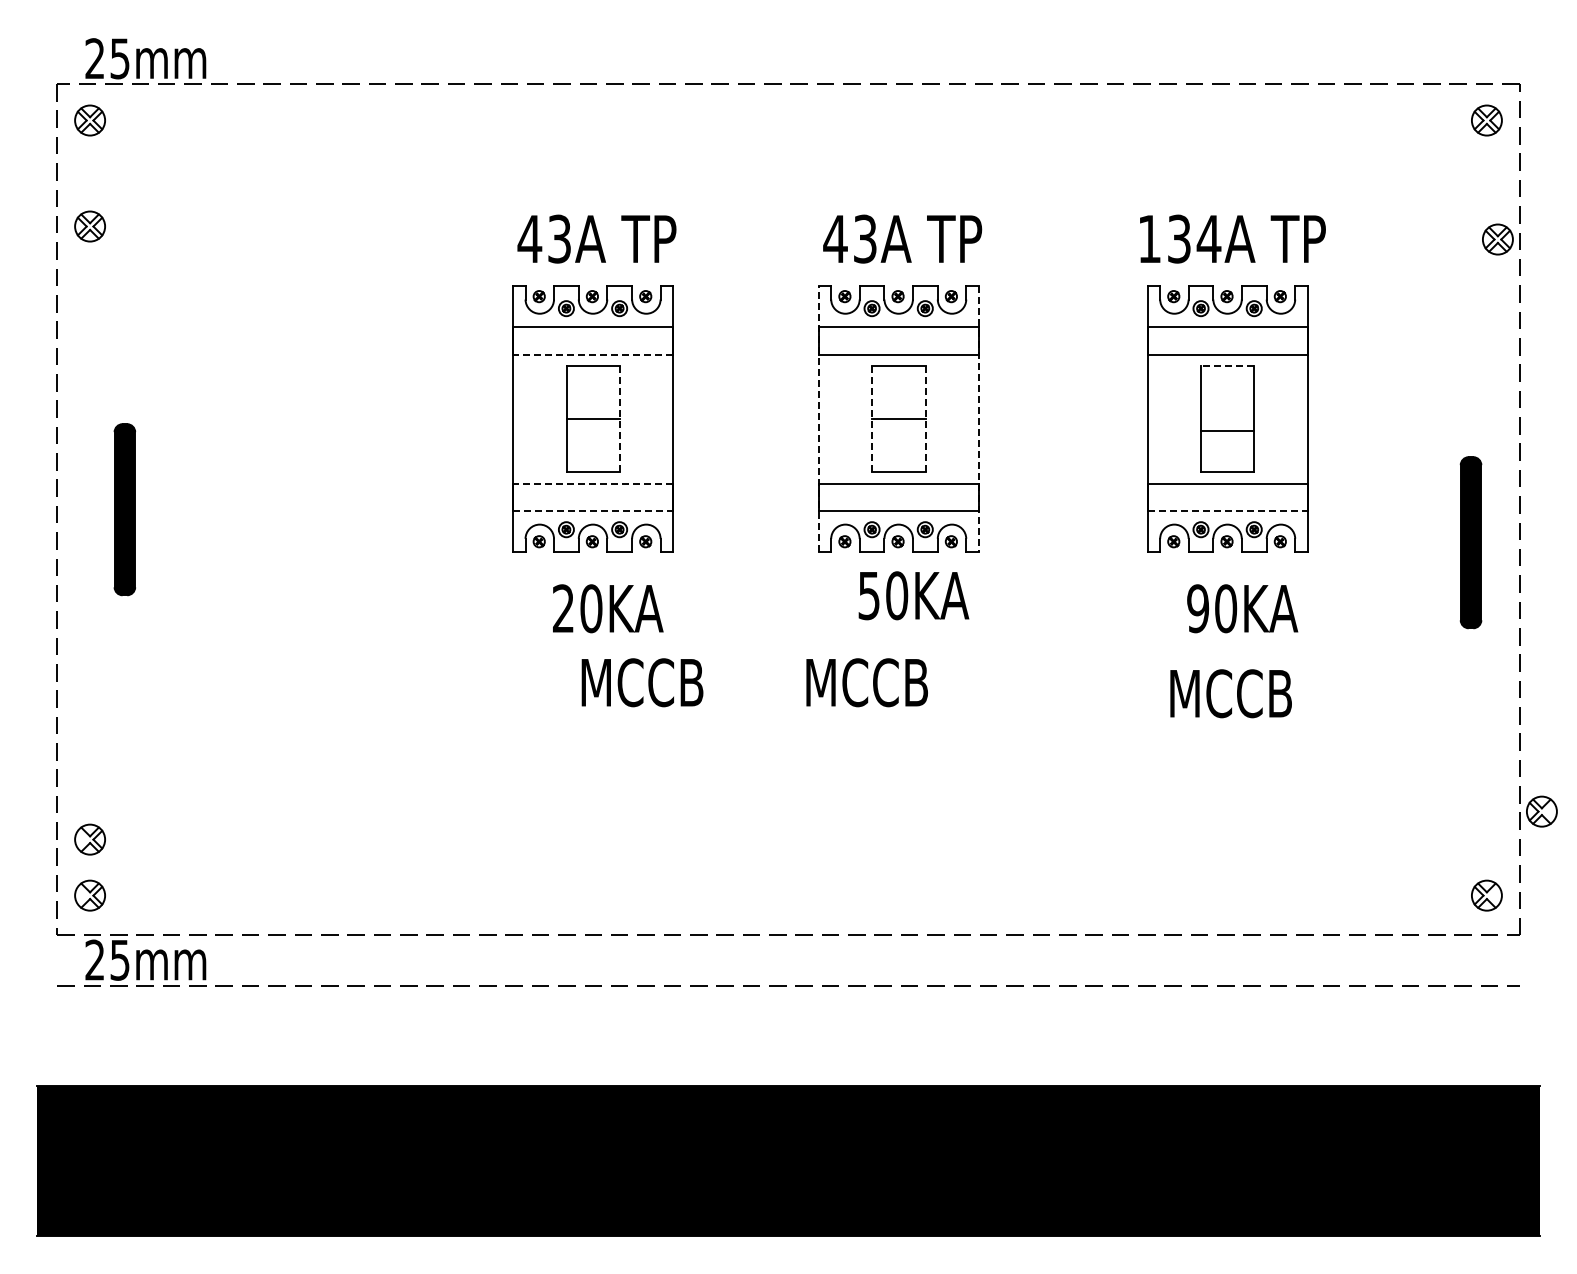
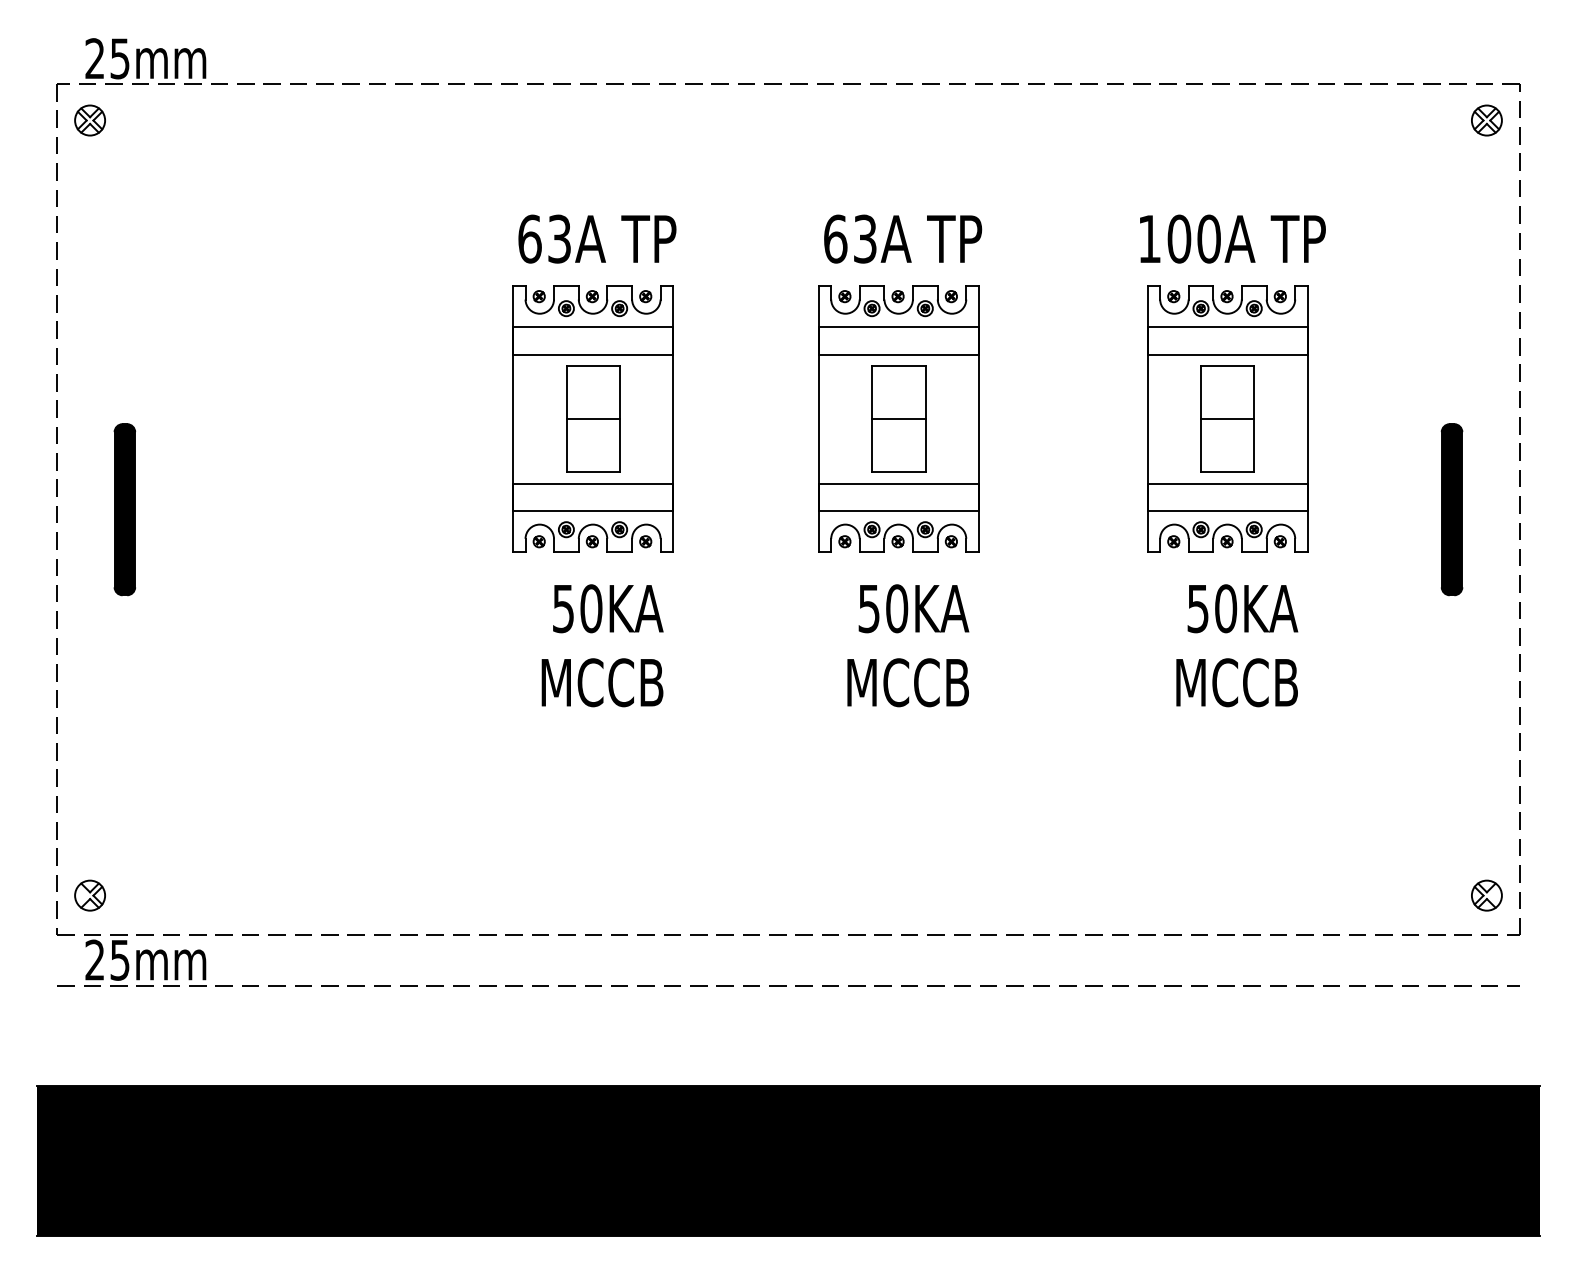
part at (89, 226): present -> none
text at (529, 238): 43A -> 63A
text at (835, 238): 43A -> 63A
text at (1194, 238): 134A -> 100A
part at (1497, 239): present -> none
line at (593, 354): dashed -> solid
line at (1227, 365): dashed -> solid
line at (619, 418): dashed -> solid
line at (819, 418): dashed -> solid
line at (925, 418): dashed -> solid
line at (872, 419): dashed -> solid
line at (978, 419): dashed -> solid
line at (1227, 431) position: (1227, 431) -> (1227, 419)
line at (593, 483): dashed -> solid
line at (593, 510): dashed -> solid
line at (1227, 510): dashed -> solid
part at (1470, 542) position: (1470, 542) -> (1451, 509)
text at (913, 595) position: (913, 595) -> (913, 608)
text at (563, 608): 20KA -> 50KA
text at (1198, 608): 90KA -> 50KA
text at (642, 682) position: (642, 682) -> (602, 682)
text at (866, 682) position: (866, 682) -> (907, 682)
text at (1230, 693) position: (1230, 693) -> (1236, 682)
part at (1541, 811): present -> none
part at (89, 839): present -> none
